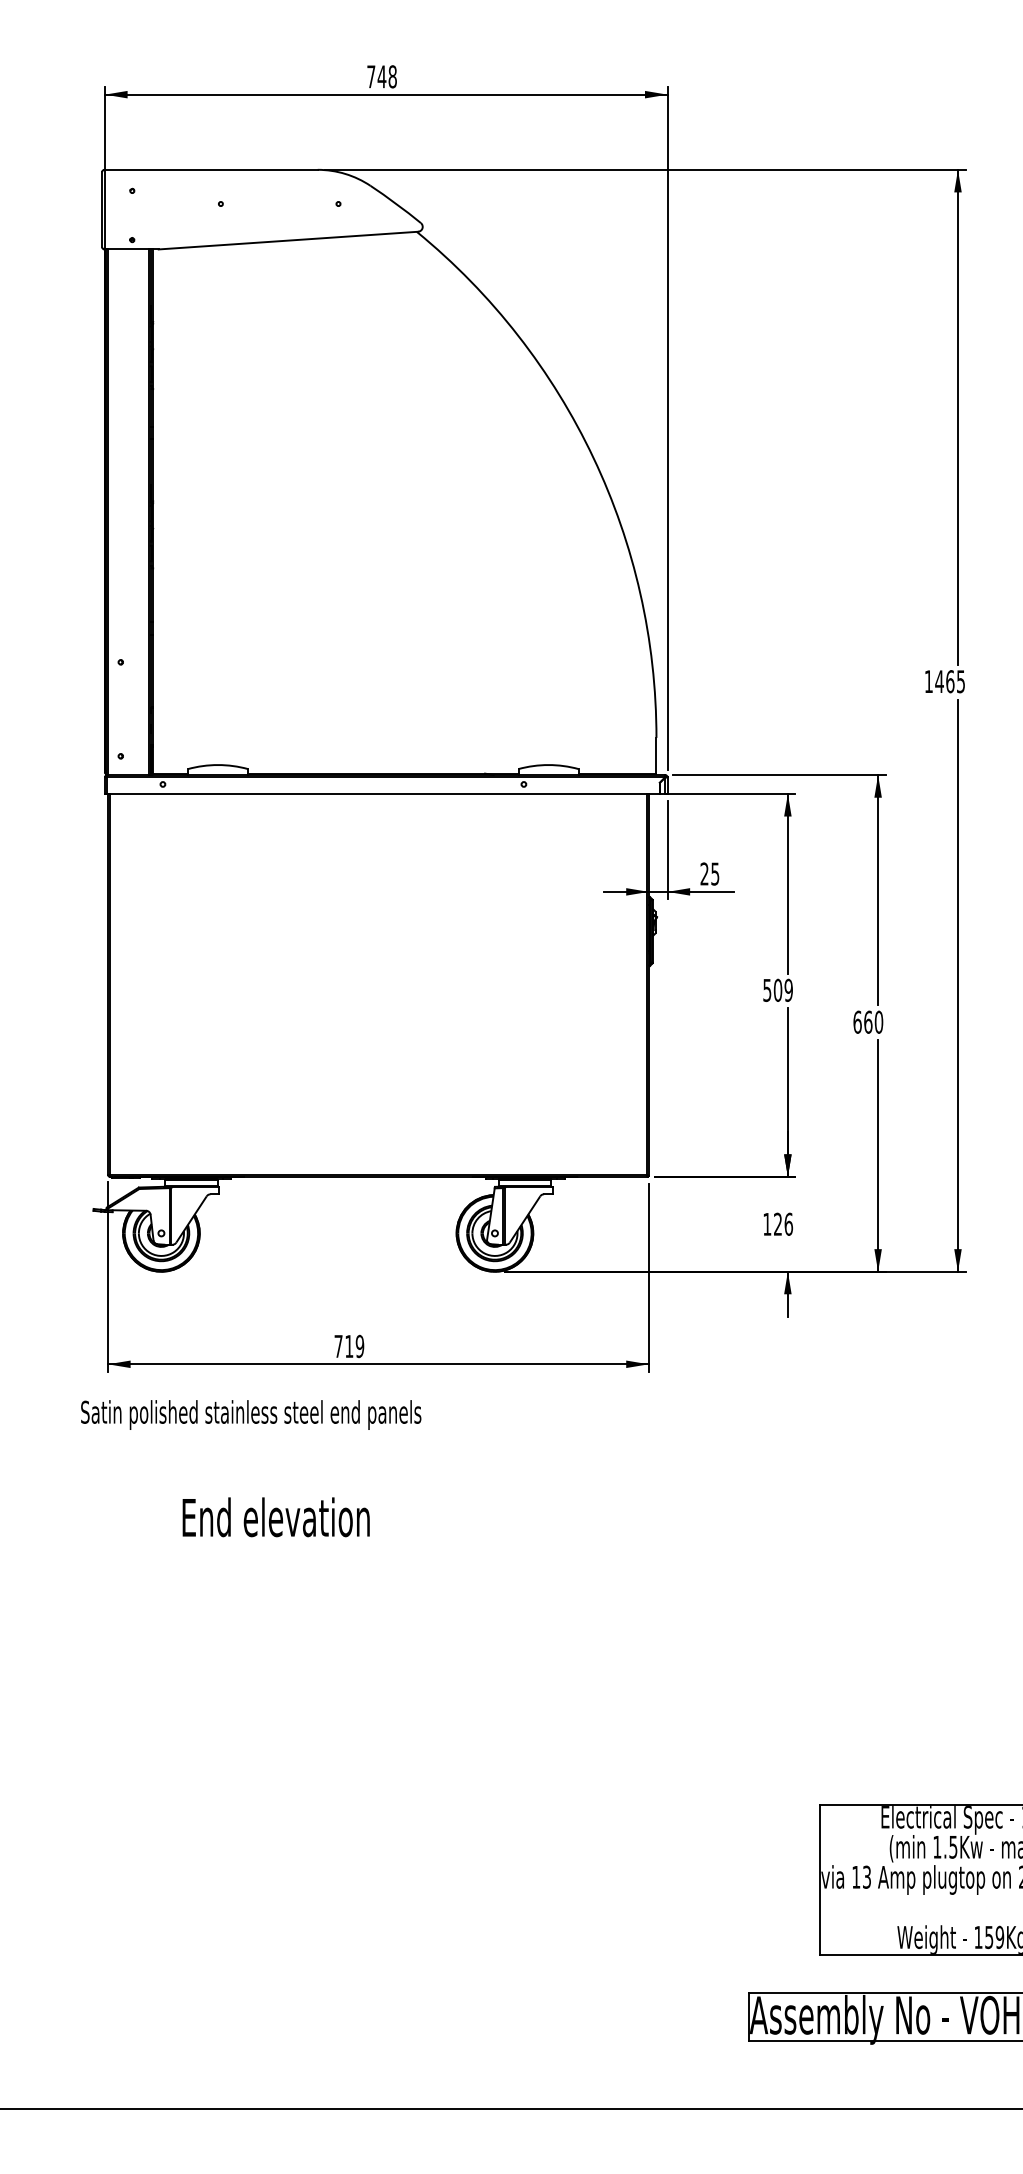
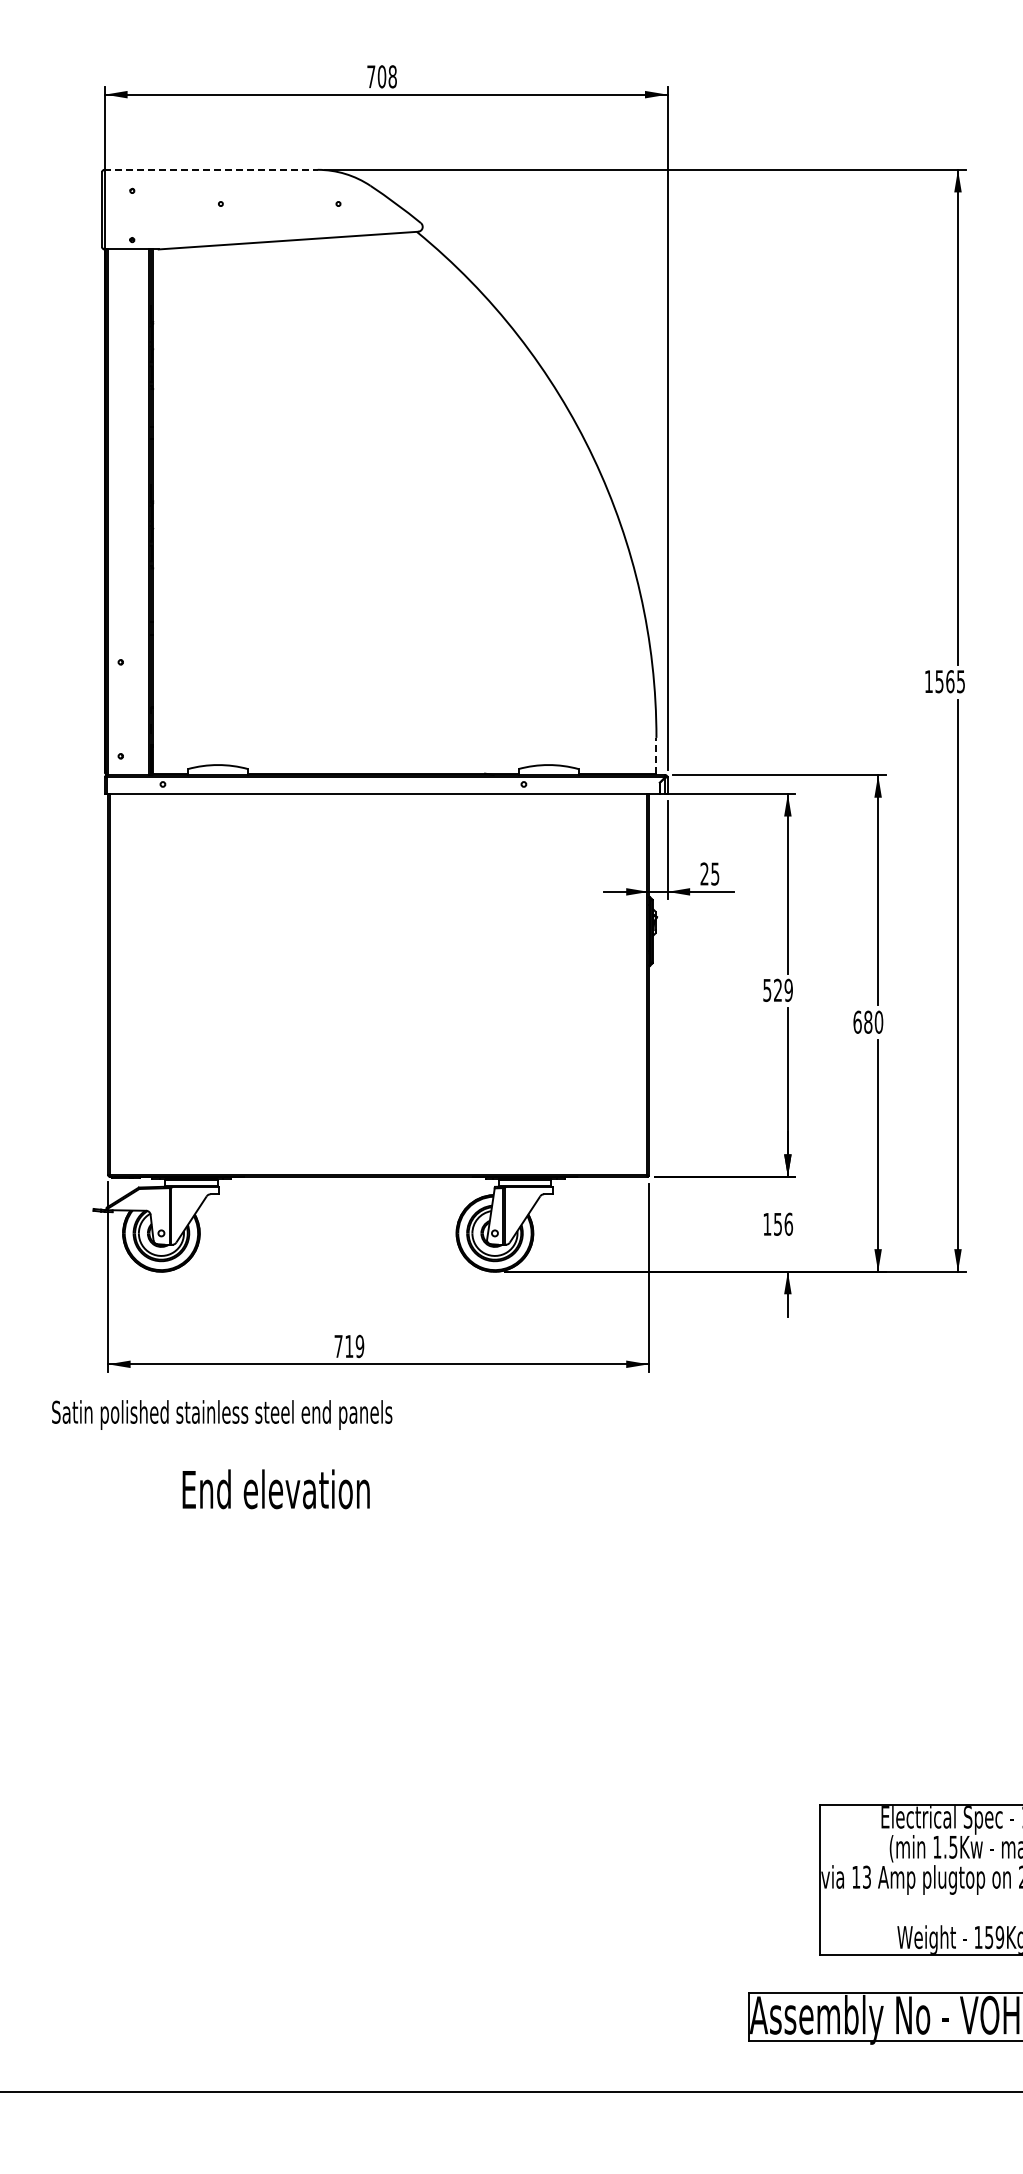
text at (381, 76): 748 -> 708
line at (211, 169): solid -> dashed
text at (939, 681): 1465 -> 1565
line at (656, 755): solid -> dashed
text at (777, 989): 509 -> 529
text at (868, 1021): 660 -> 680
text at (777, 1223): 126 -> 156
text at (251, 1414) position: (251, 1414) -> (222, 1414)
text at (275, 1517) position: (275, 1517) -> (275, 1489)
line at (510, 2108) position: (510, 2108) -> (510, 2091)
